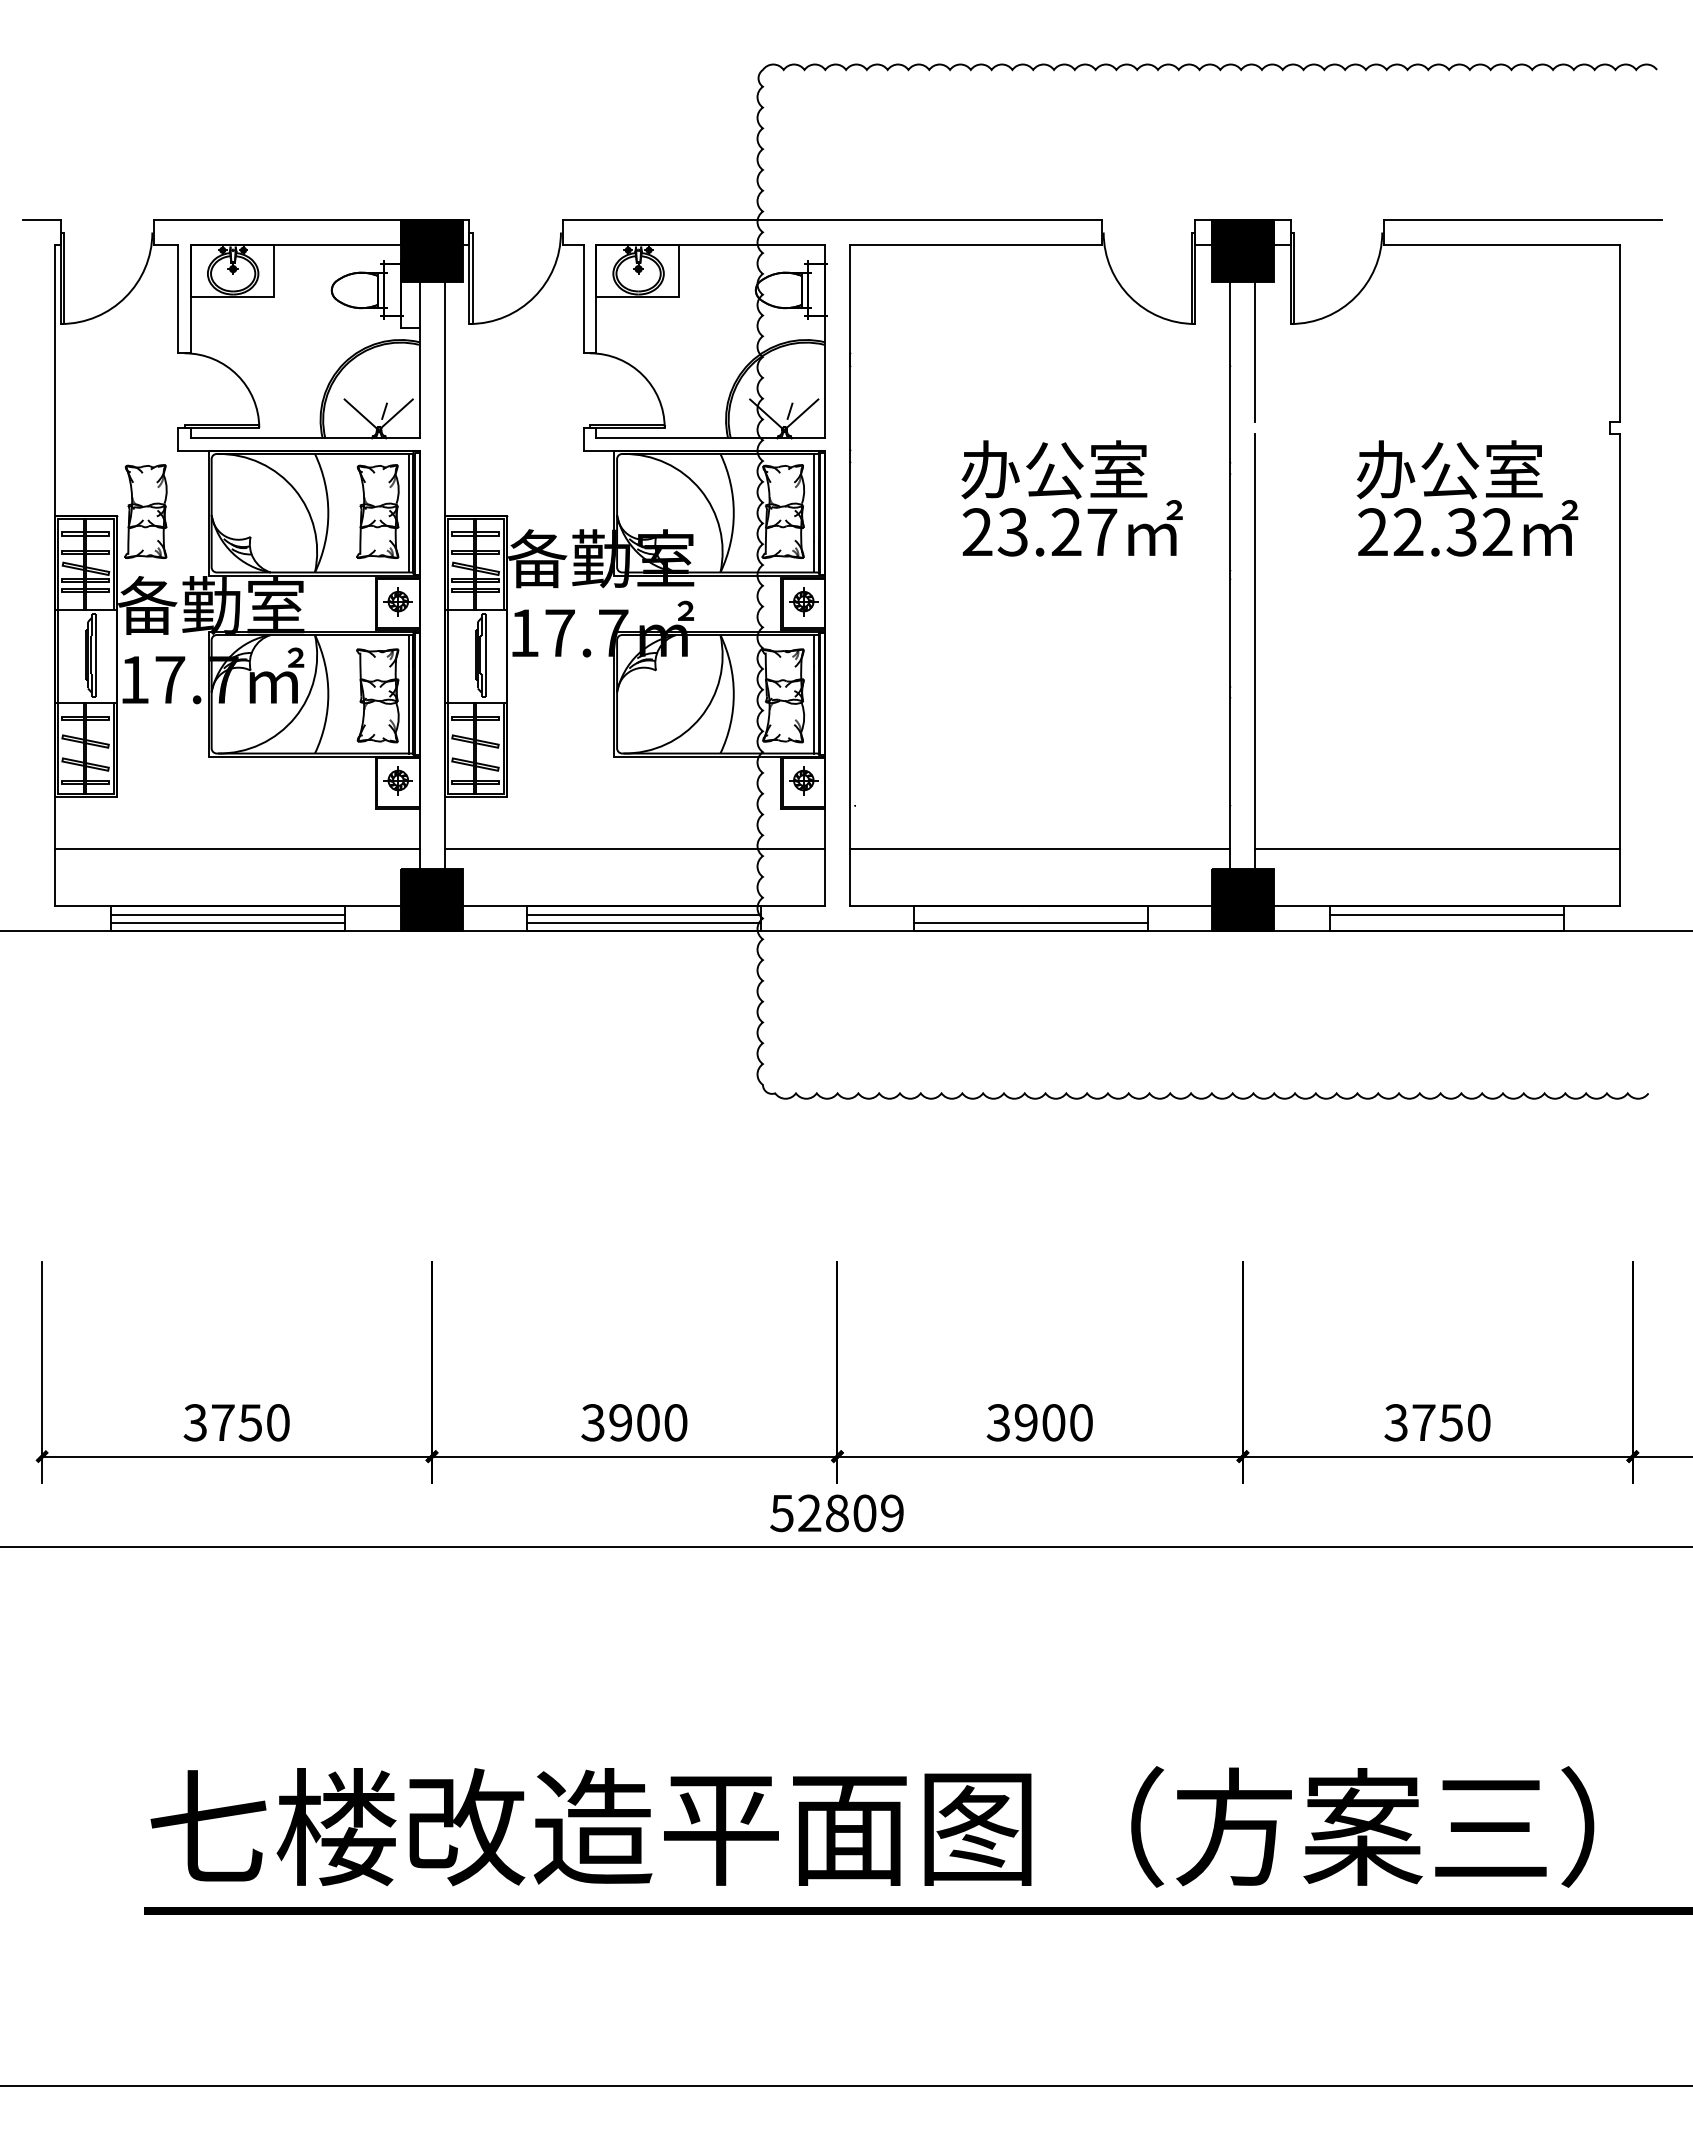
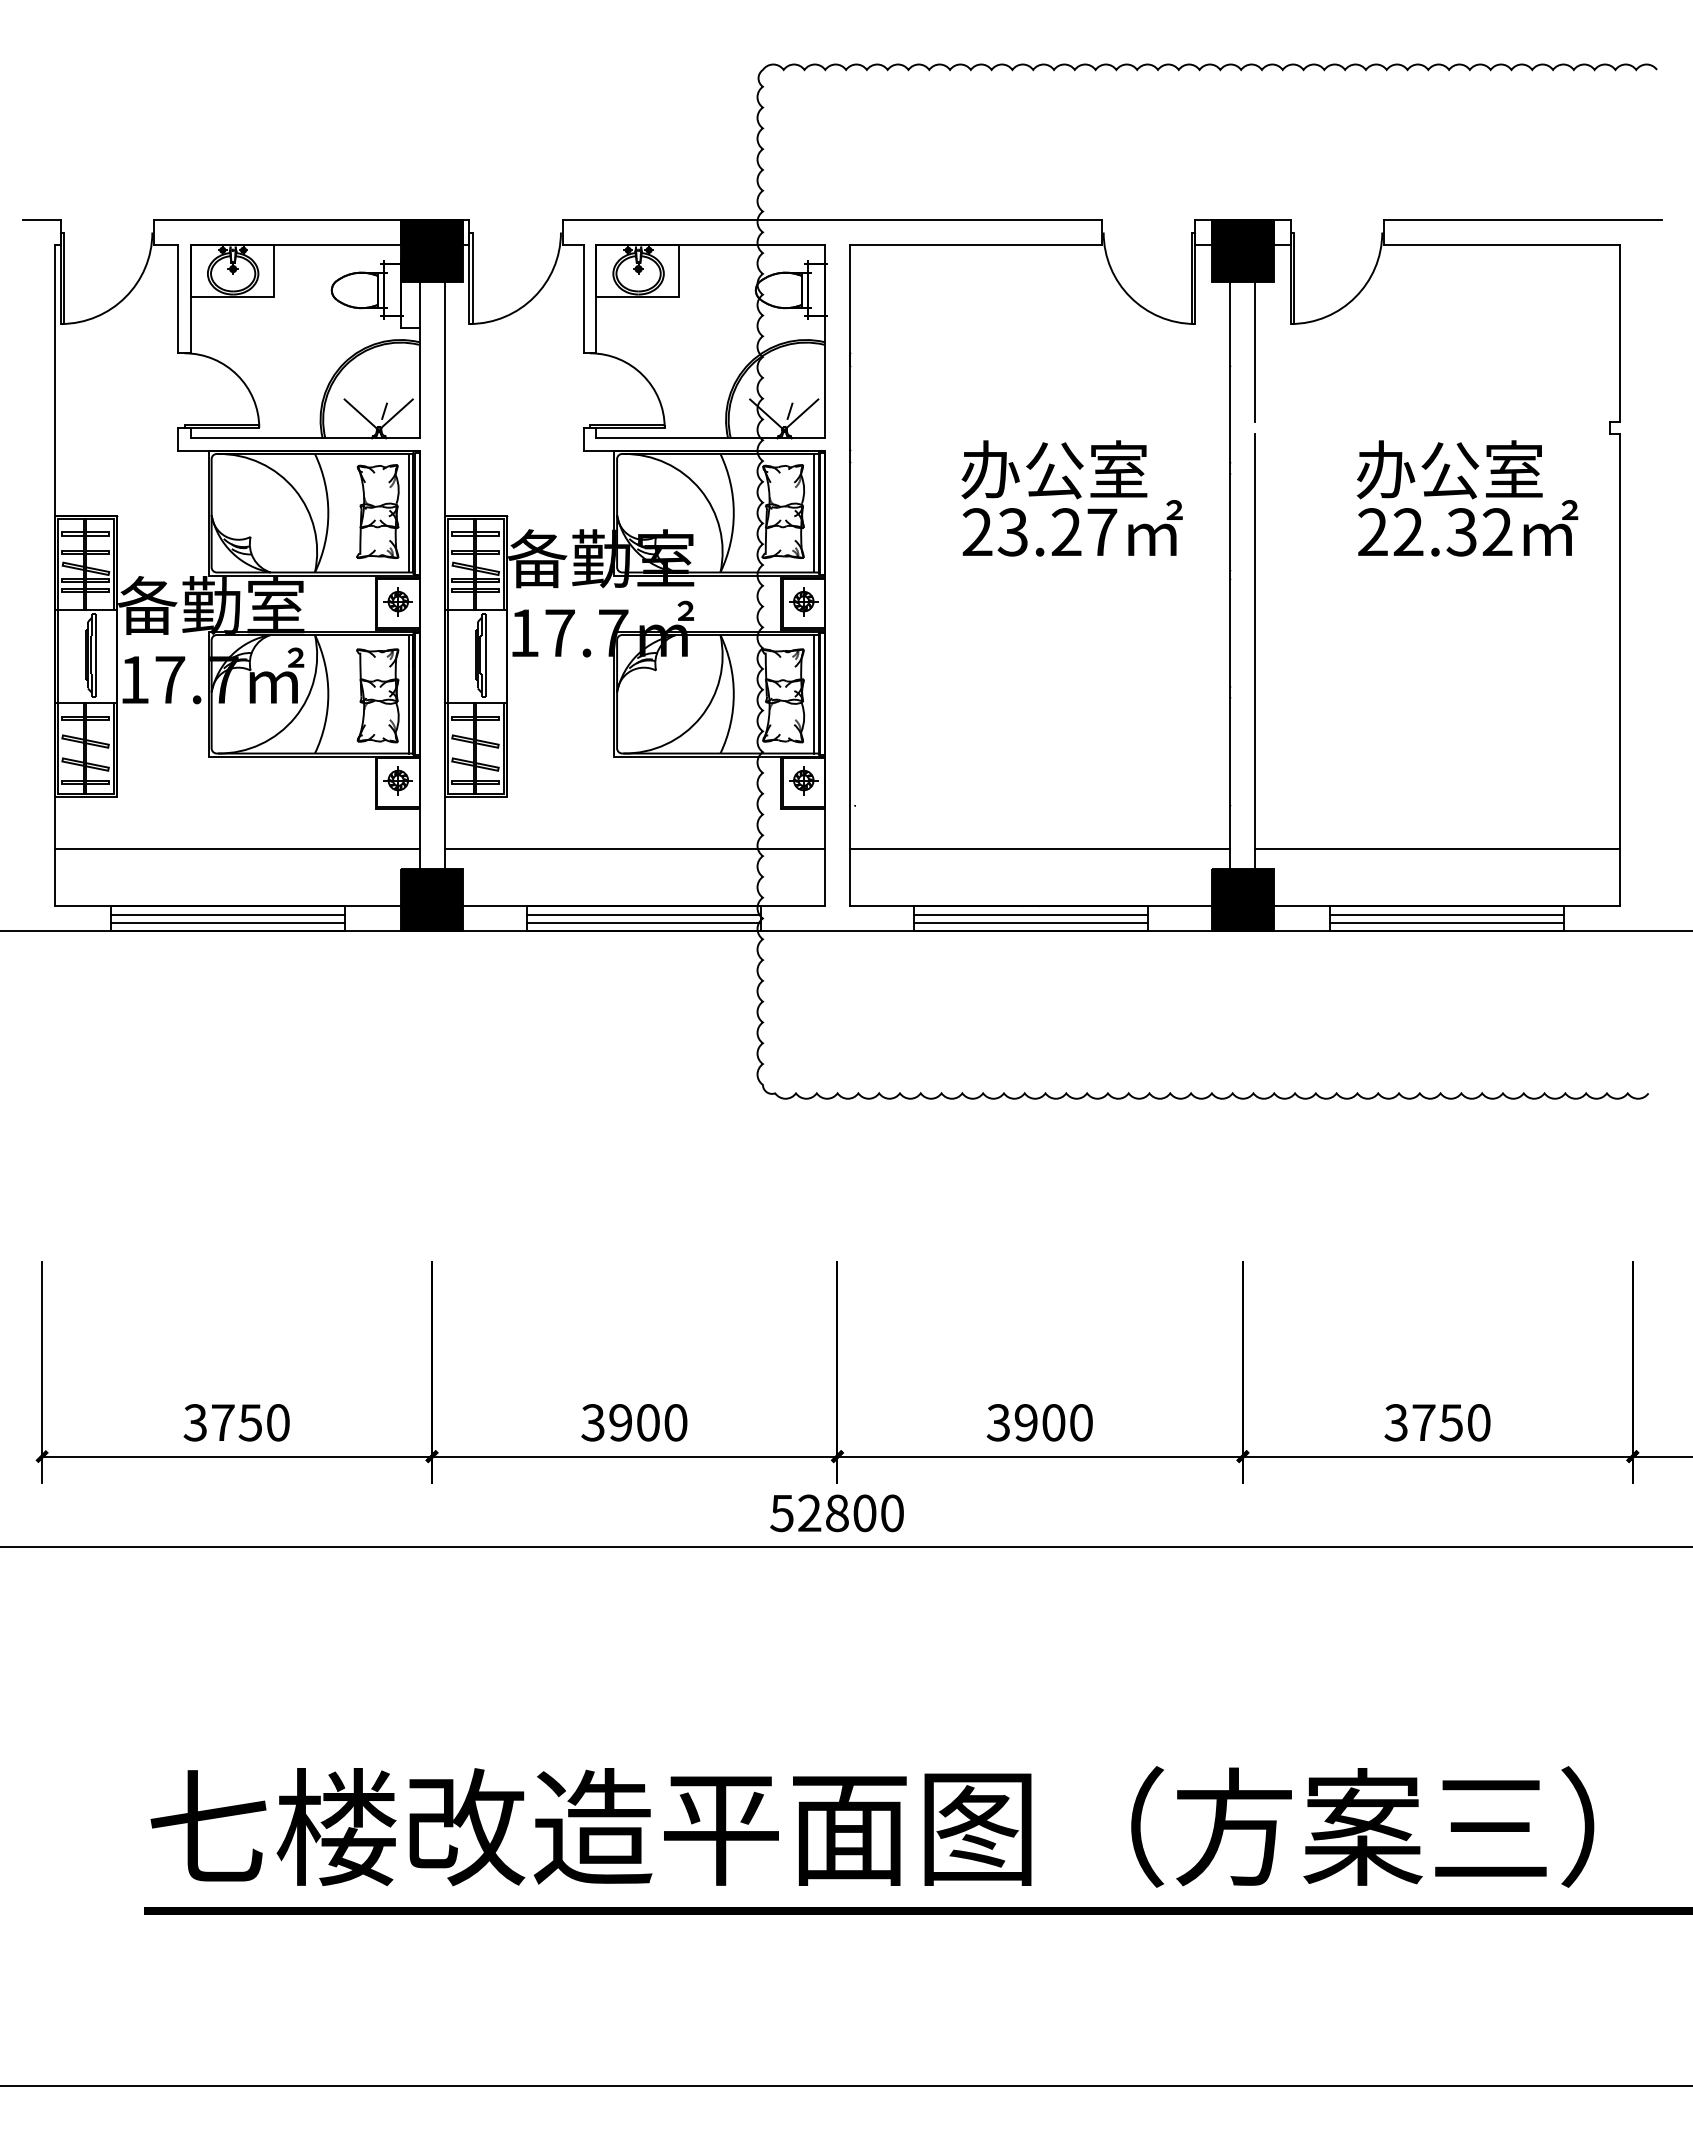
part at (145, 511): present -> none
line at (1030, 914): none -> present
line at (1447, 922): none -> present
text at (892, 1513): 52809 -> 52800
